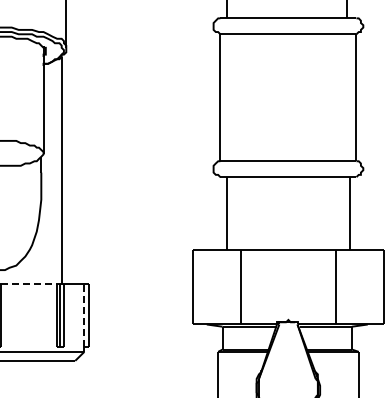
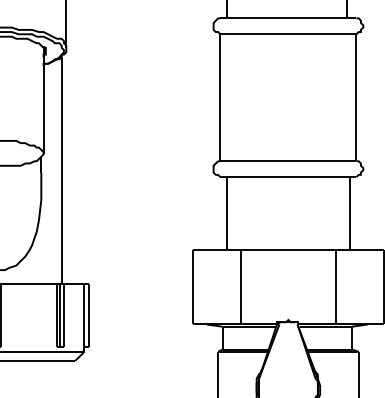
line at (29, 283): dashed -> solid
line at (84, 315): dashed -> solid
